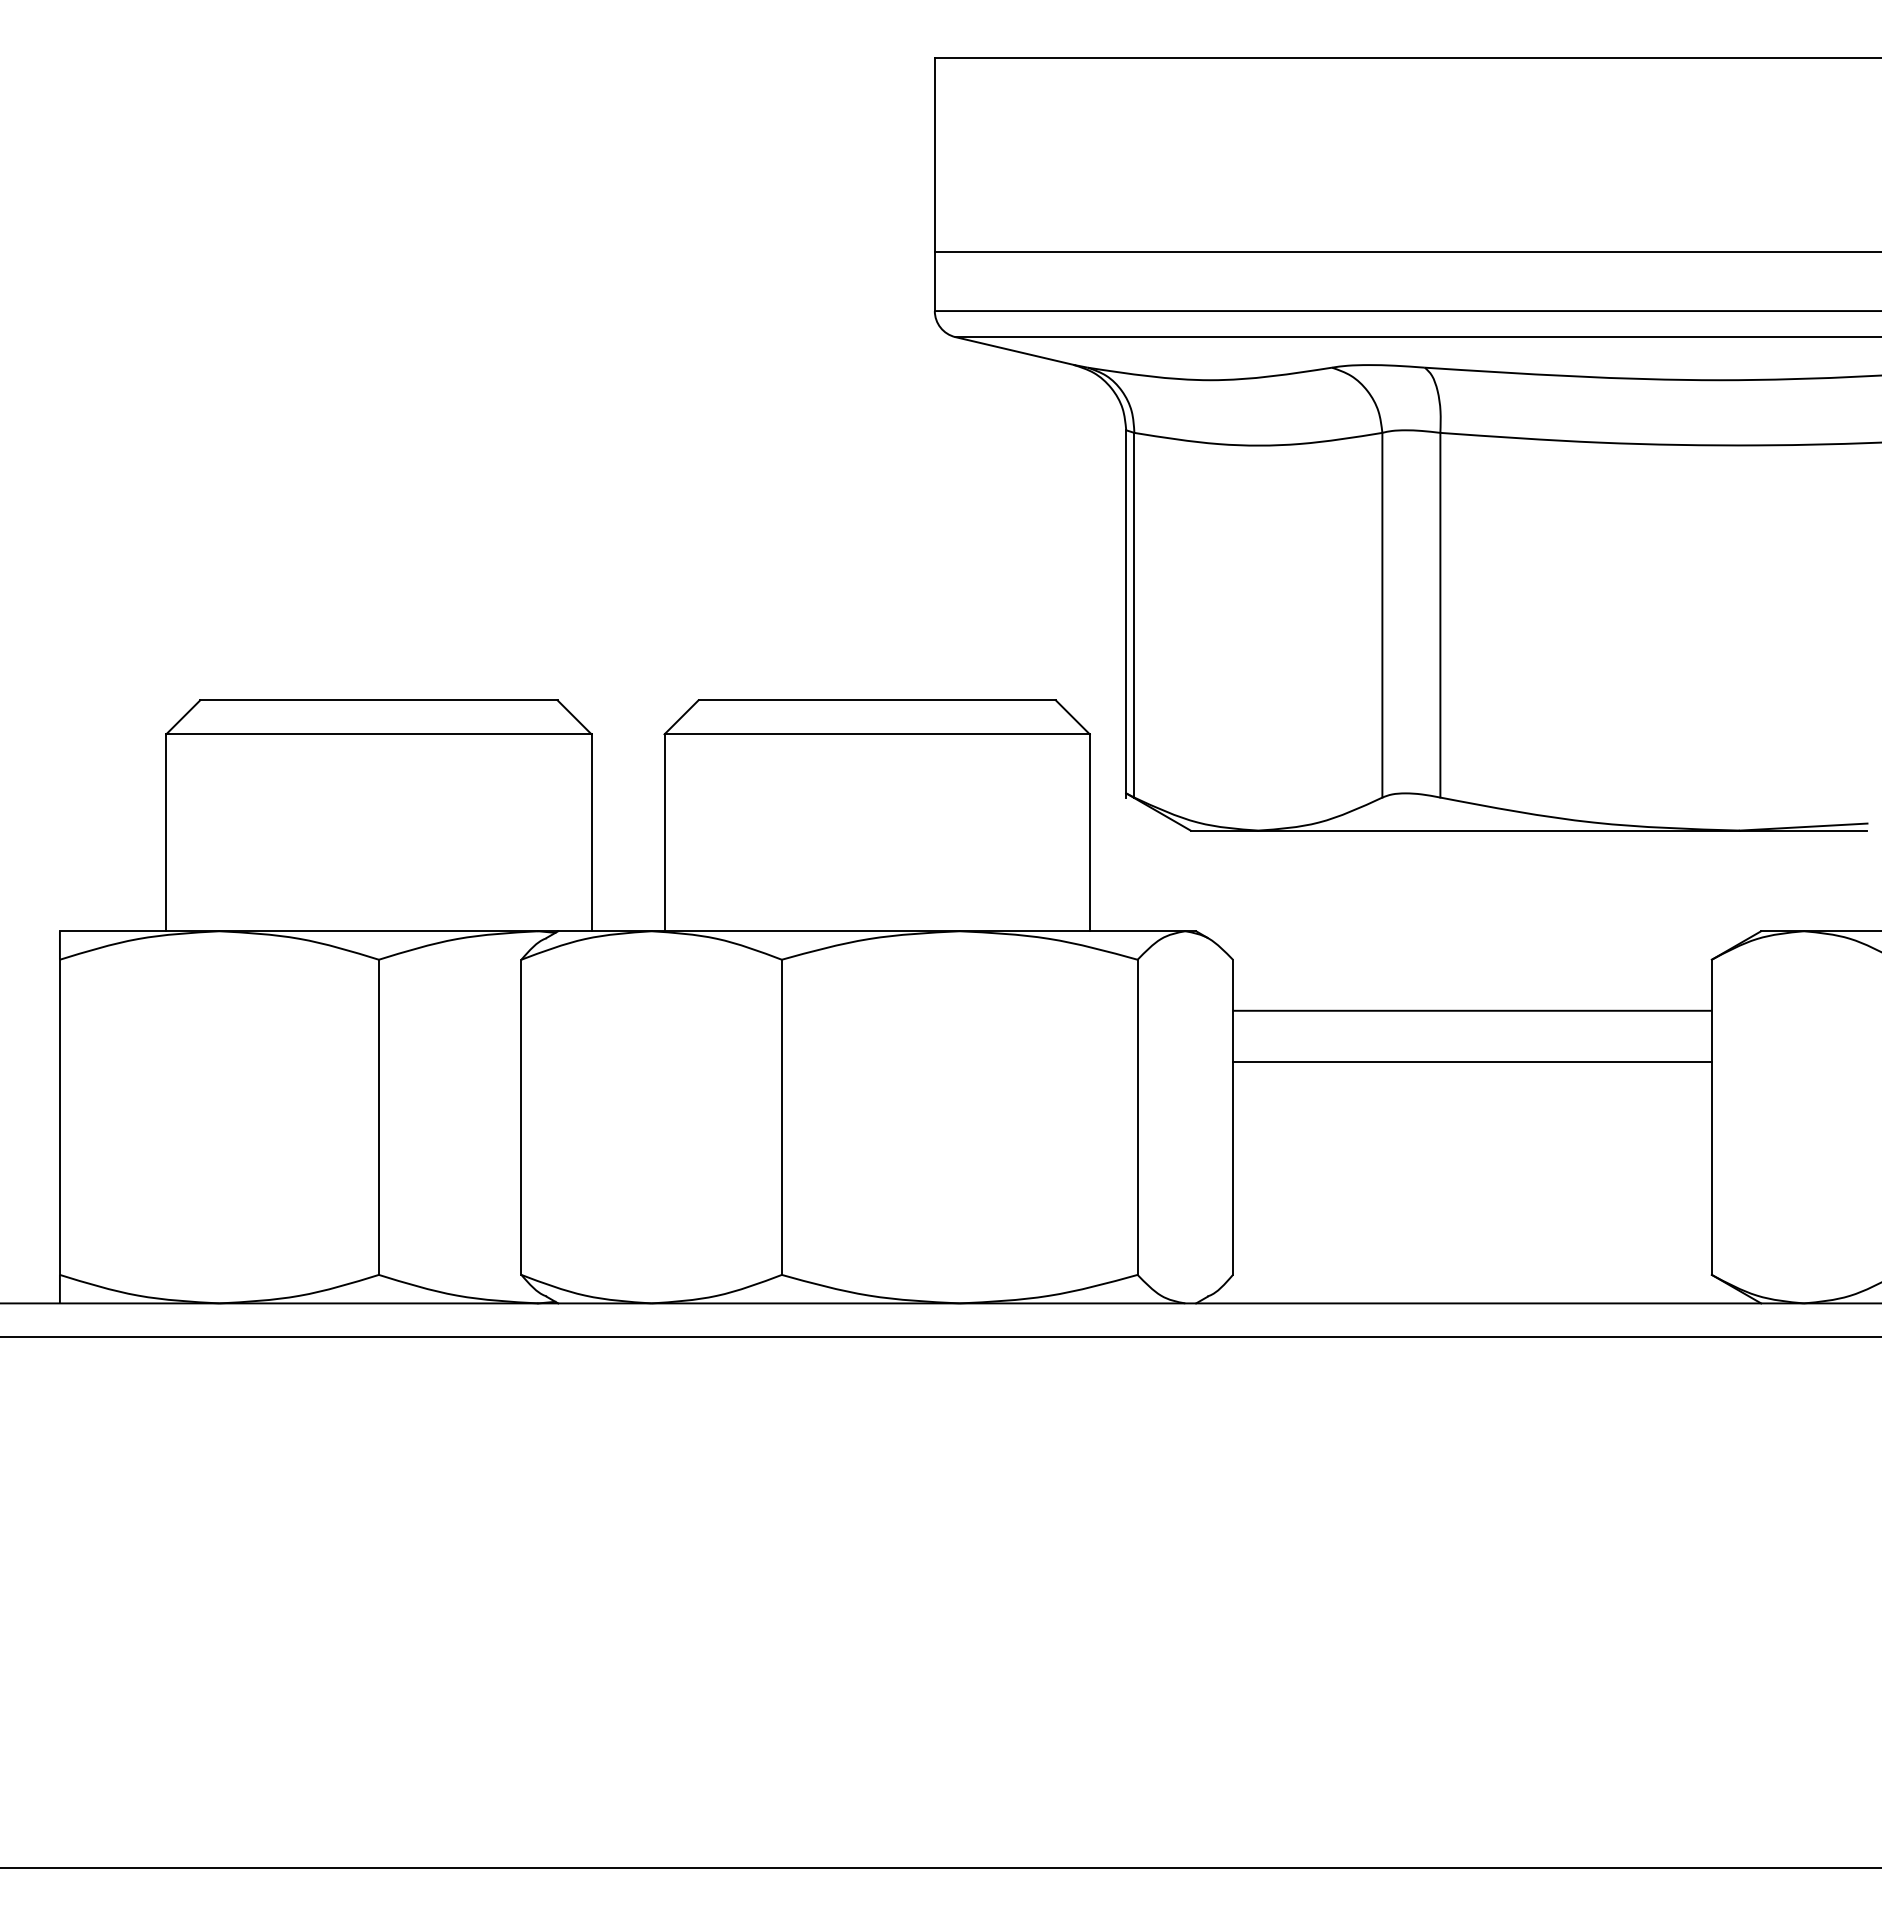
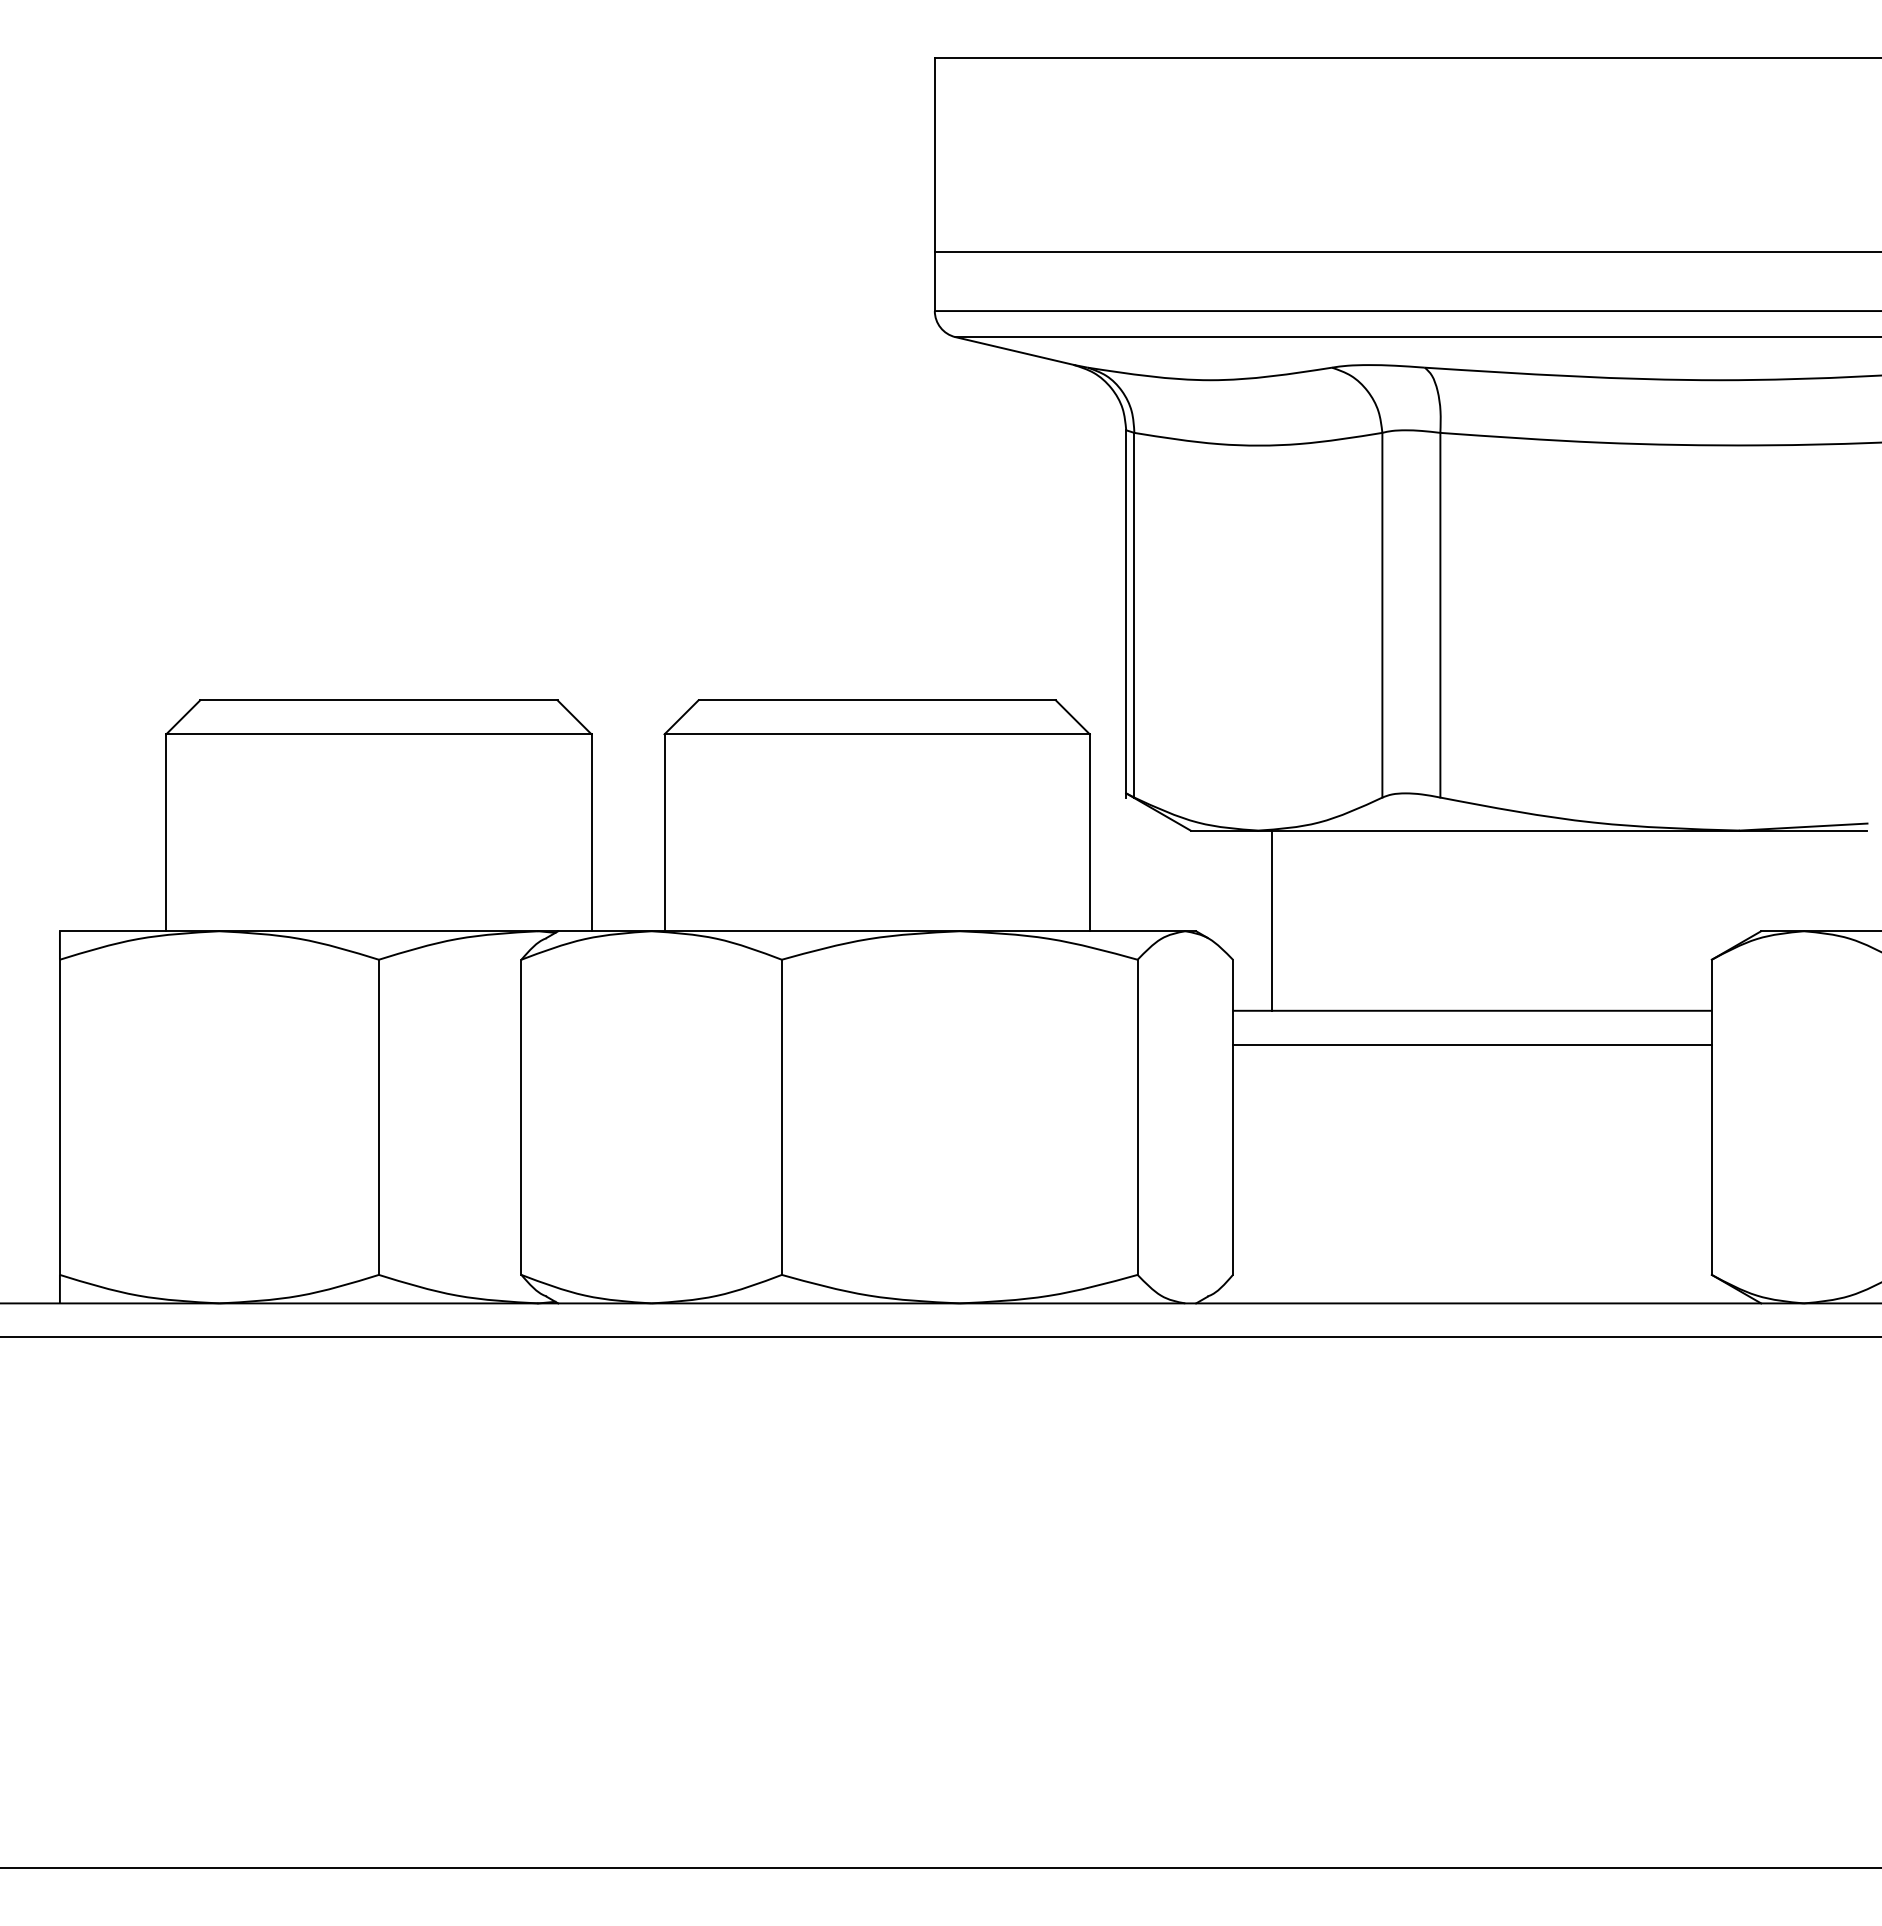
line at (1272, 920): none -> present
line at (1471, 1061) position: (1471, 1061) -> (1471, 1044)
